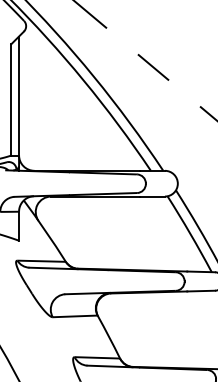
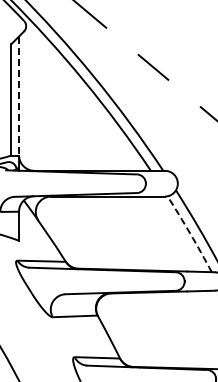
line at (19, 96): solid -> dashed
arc at (190, 233): solid -> dashed
